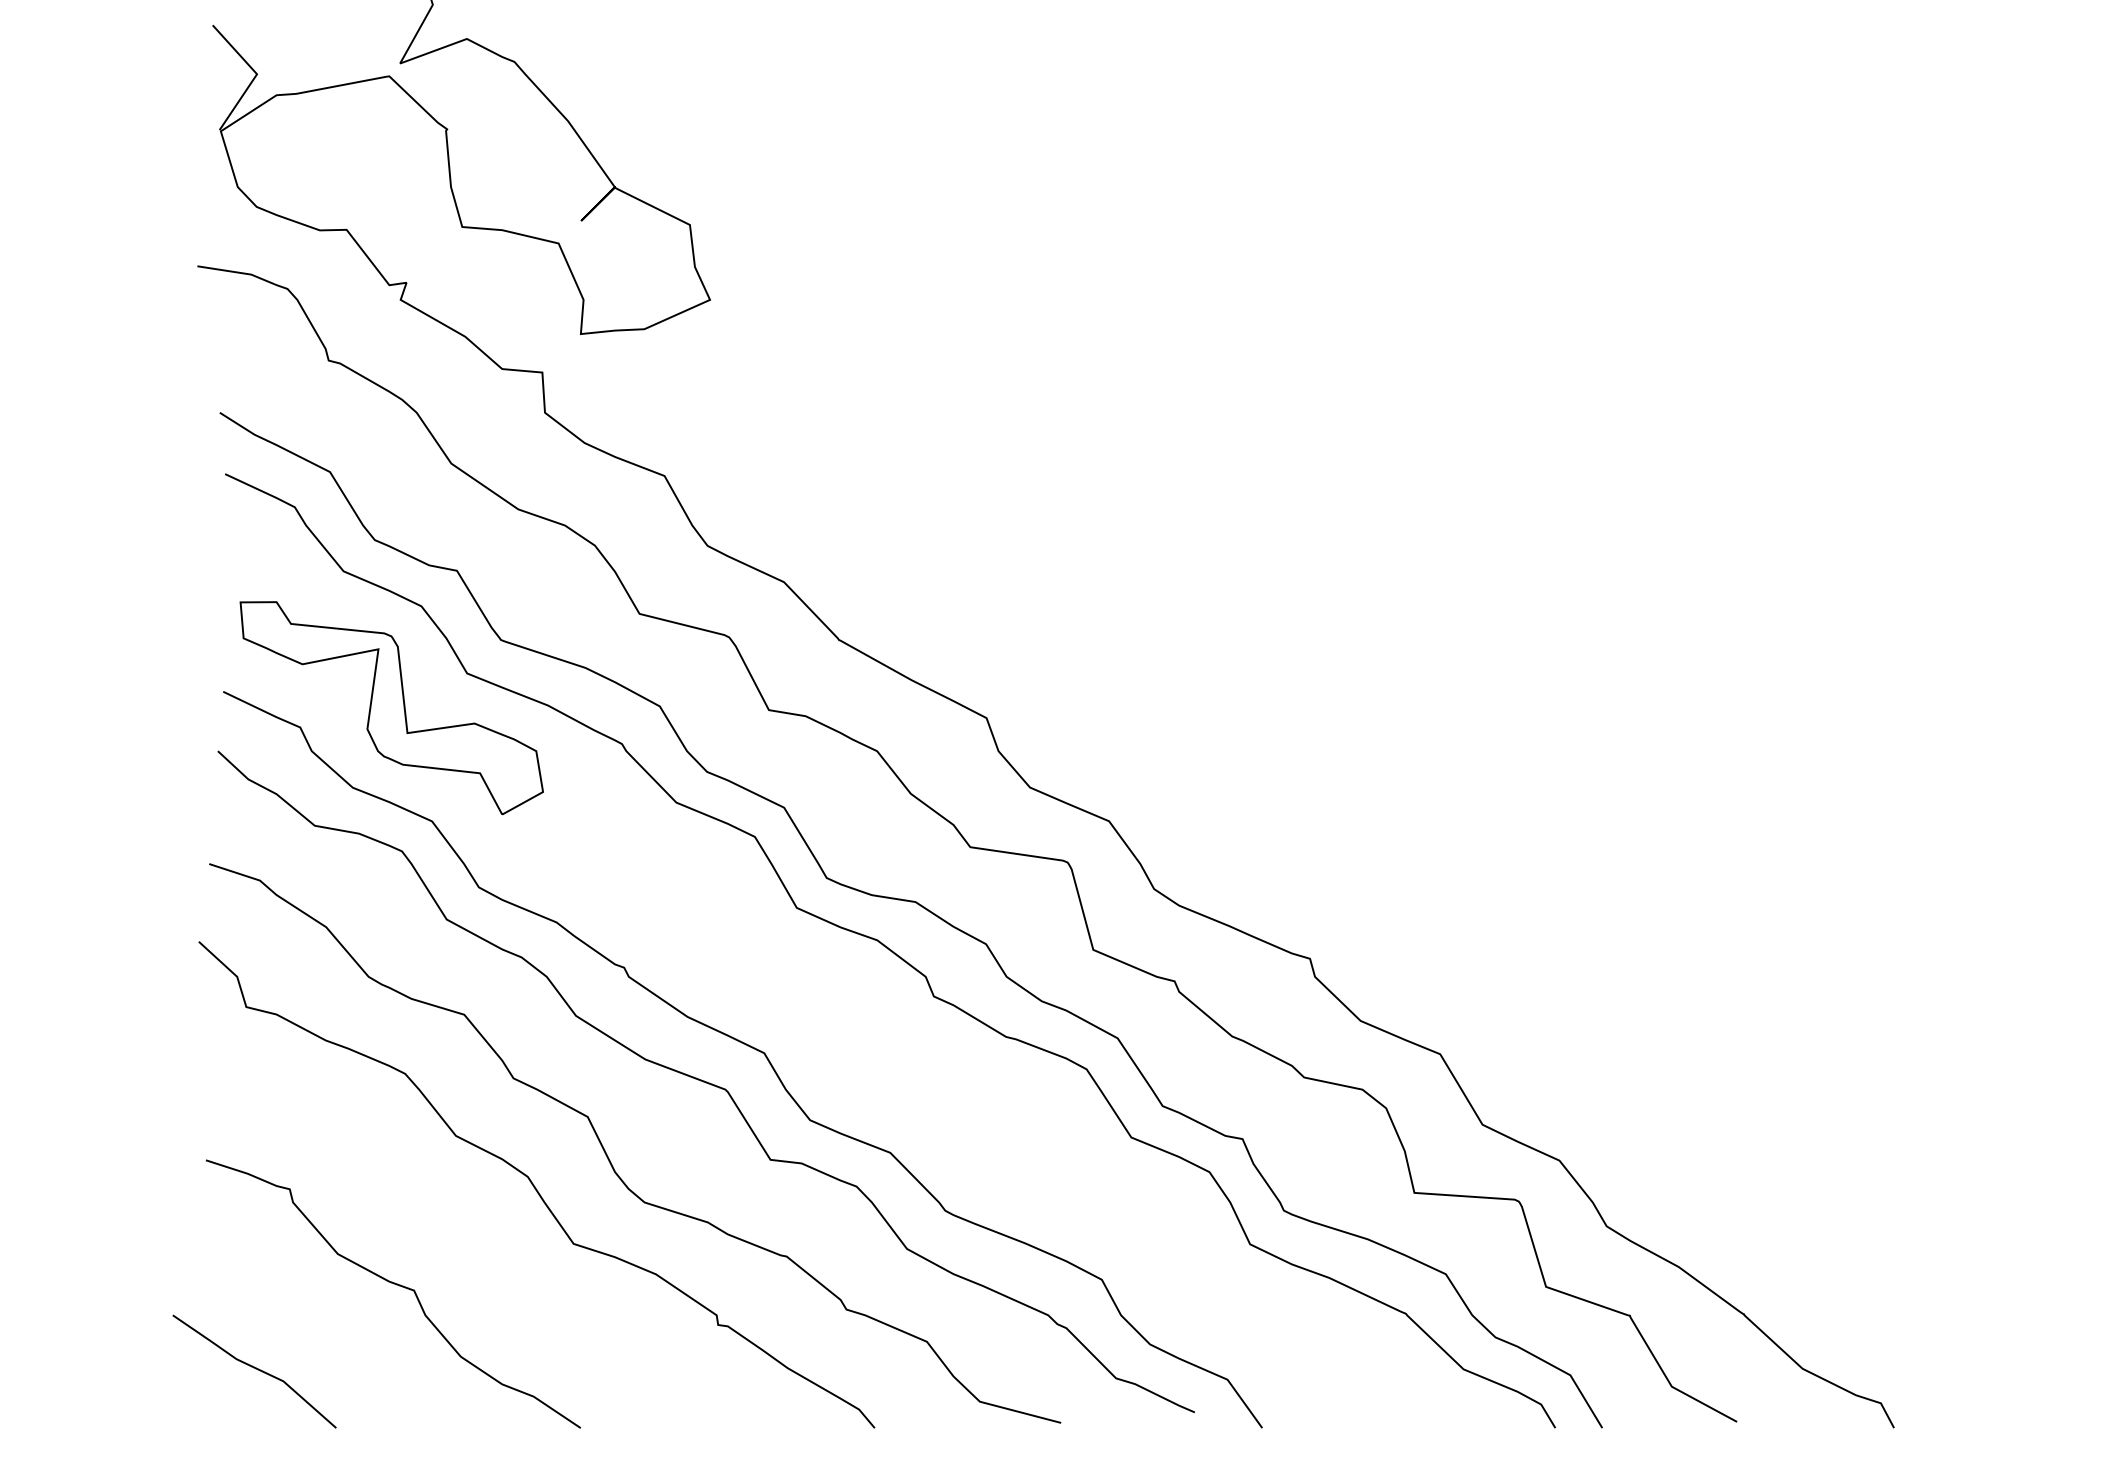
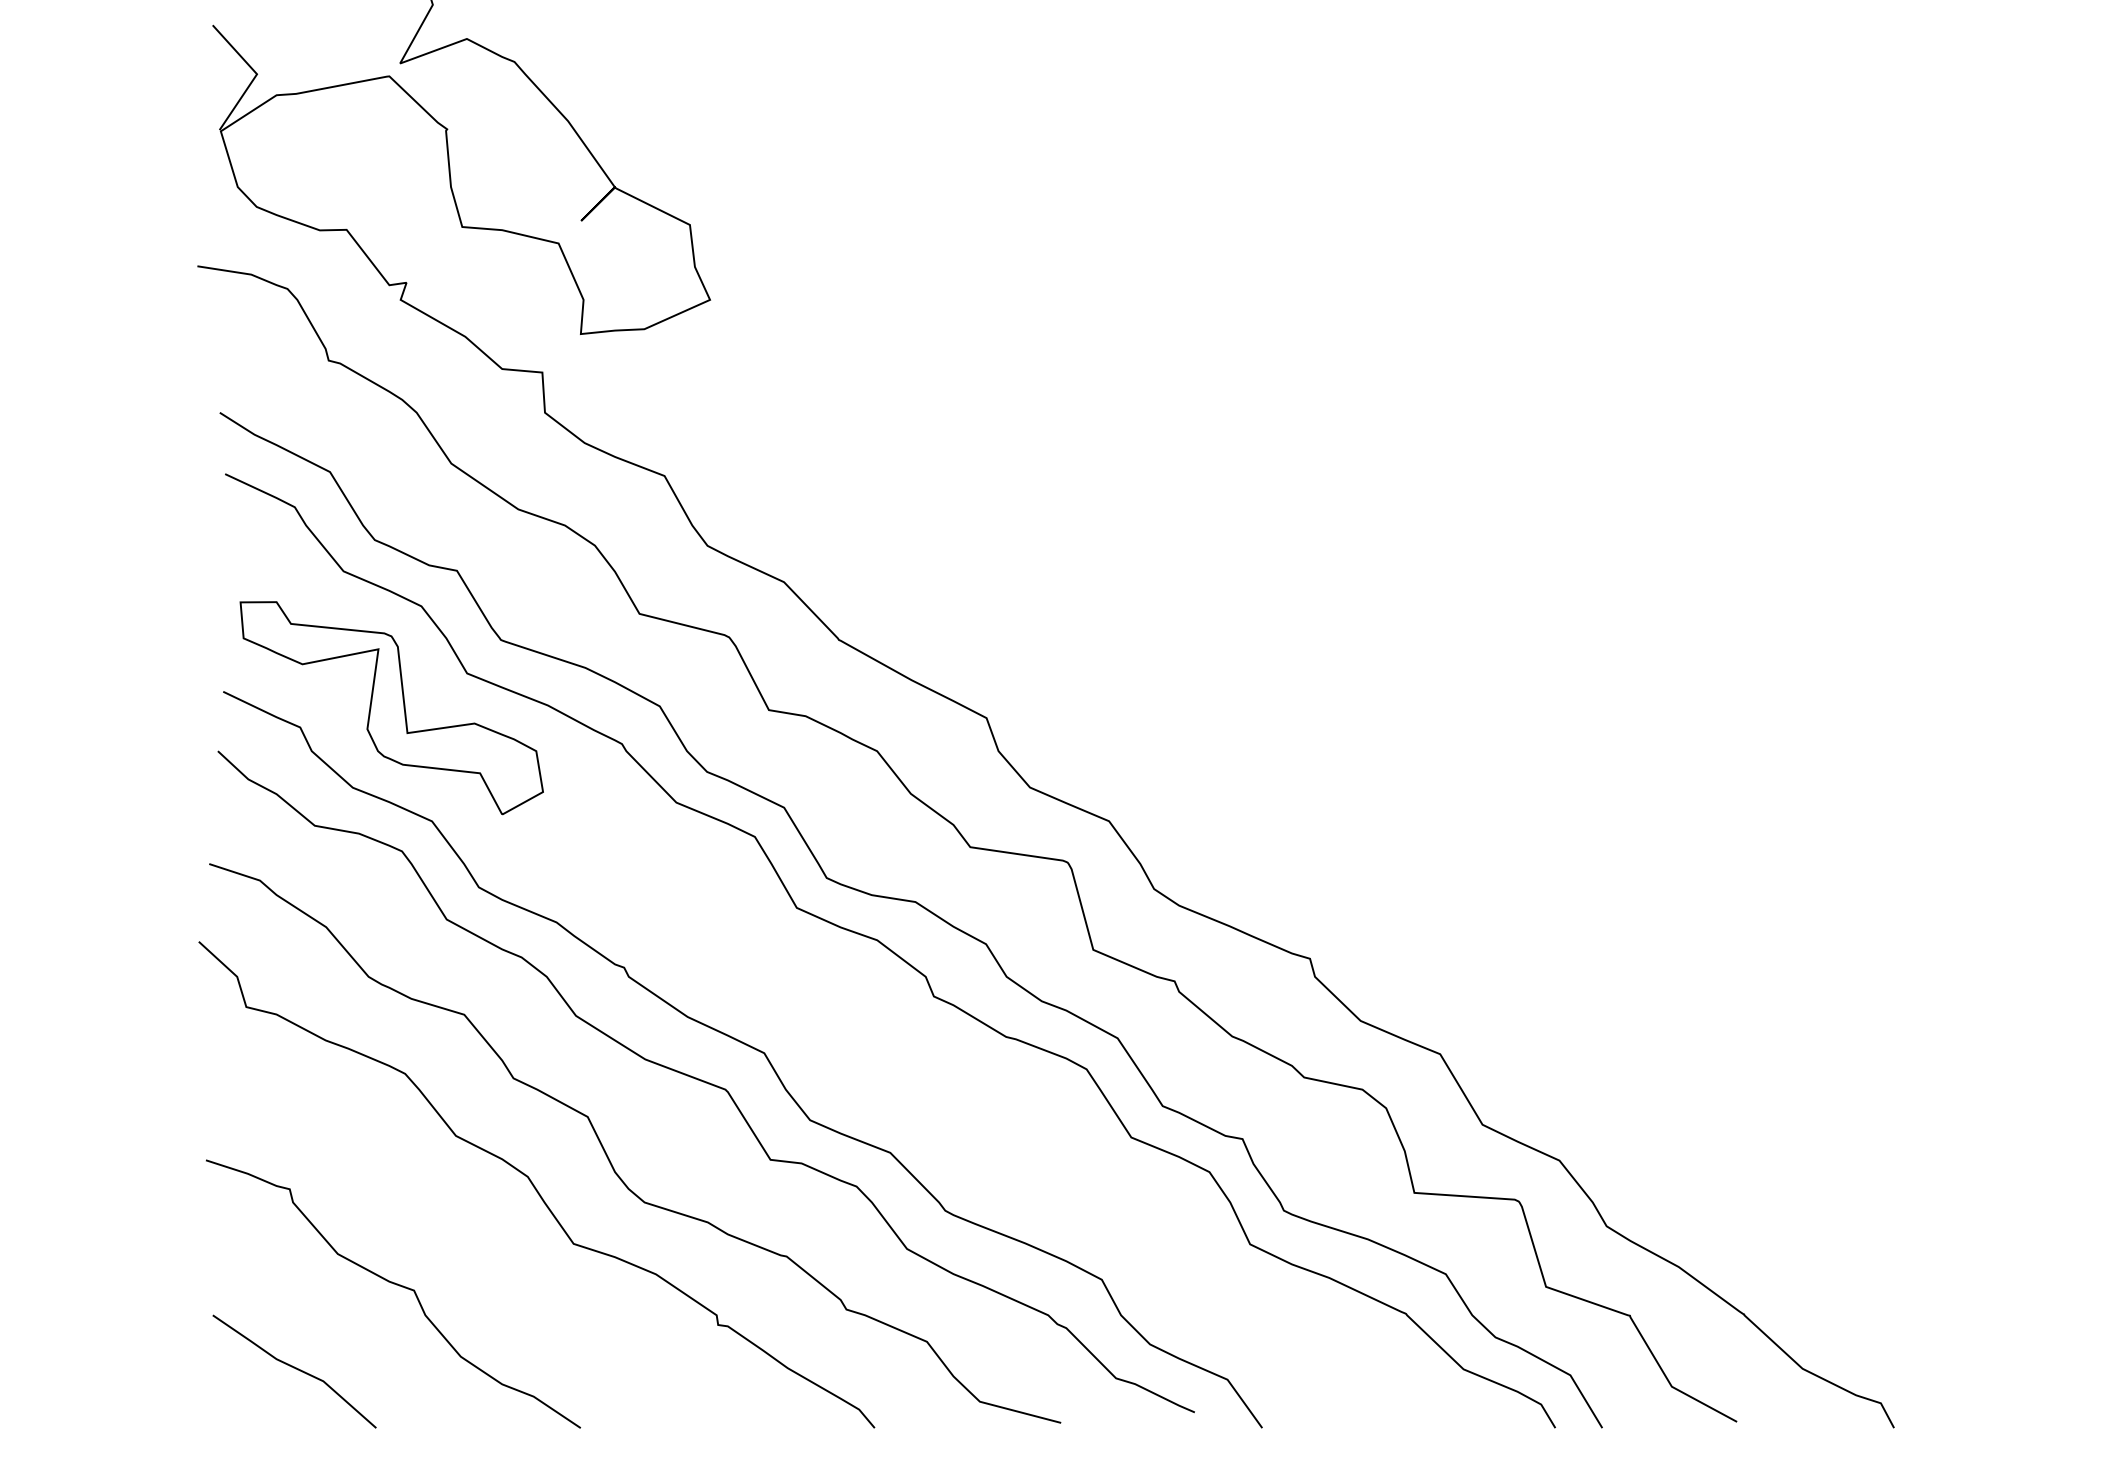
line at (255, 1369) position: (255, 1369) -> (295, 1369)
